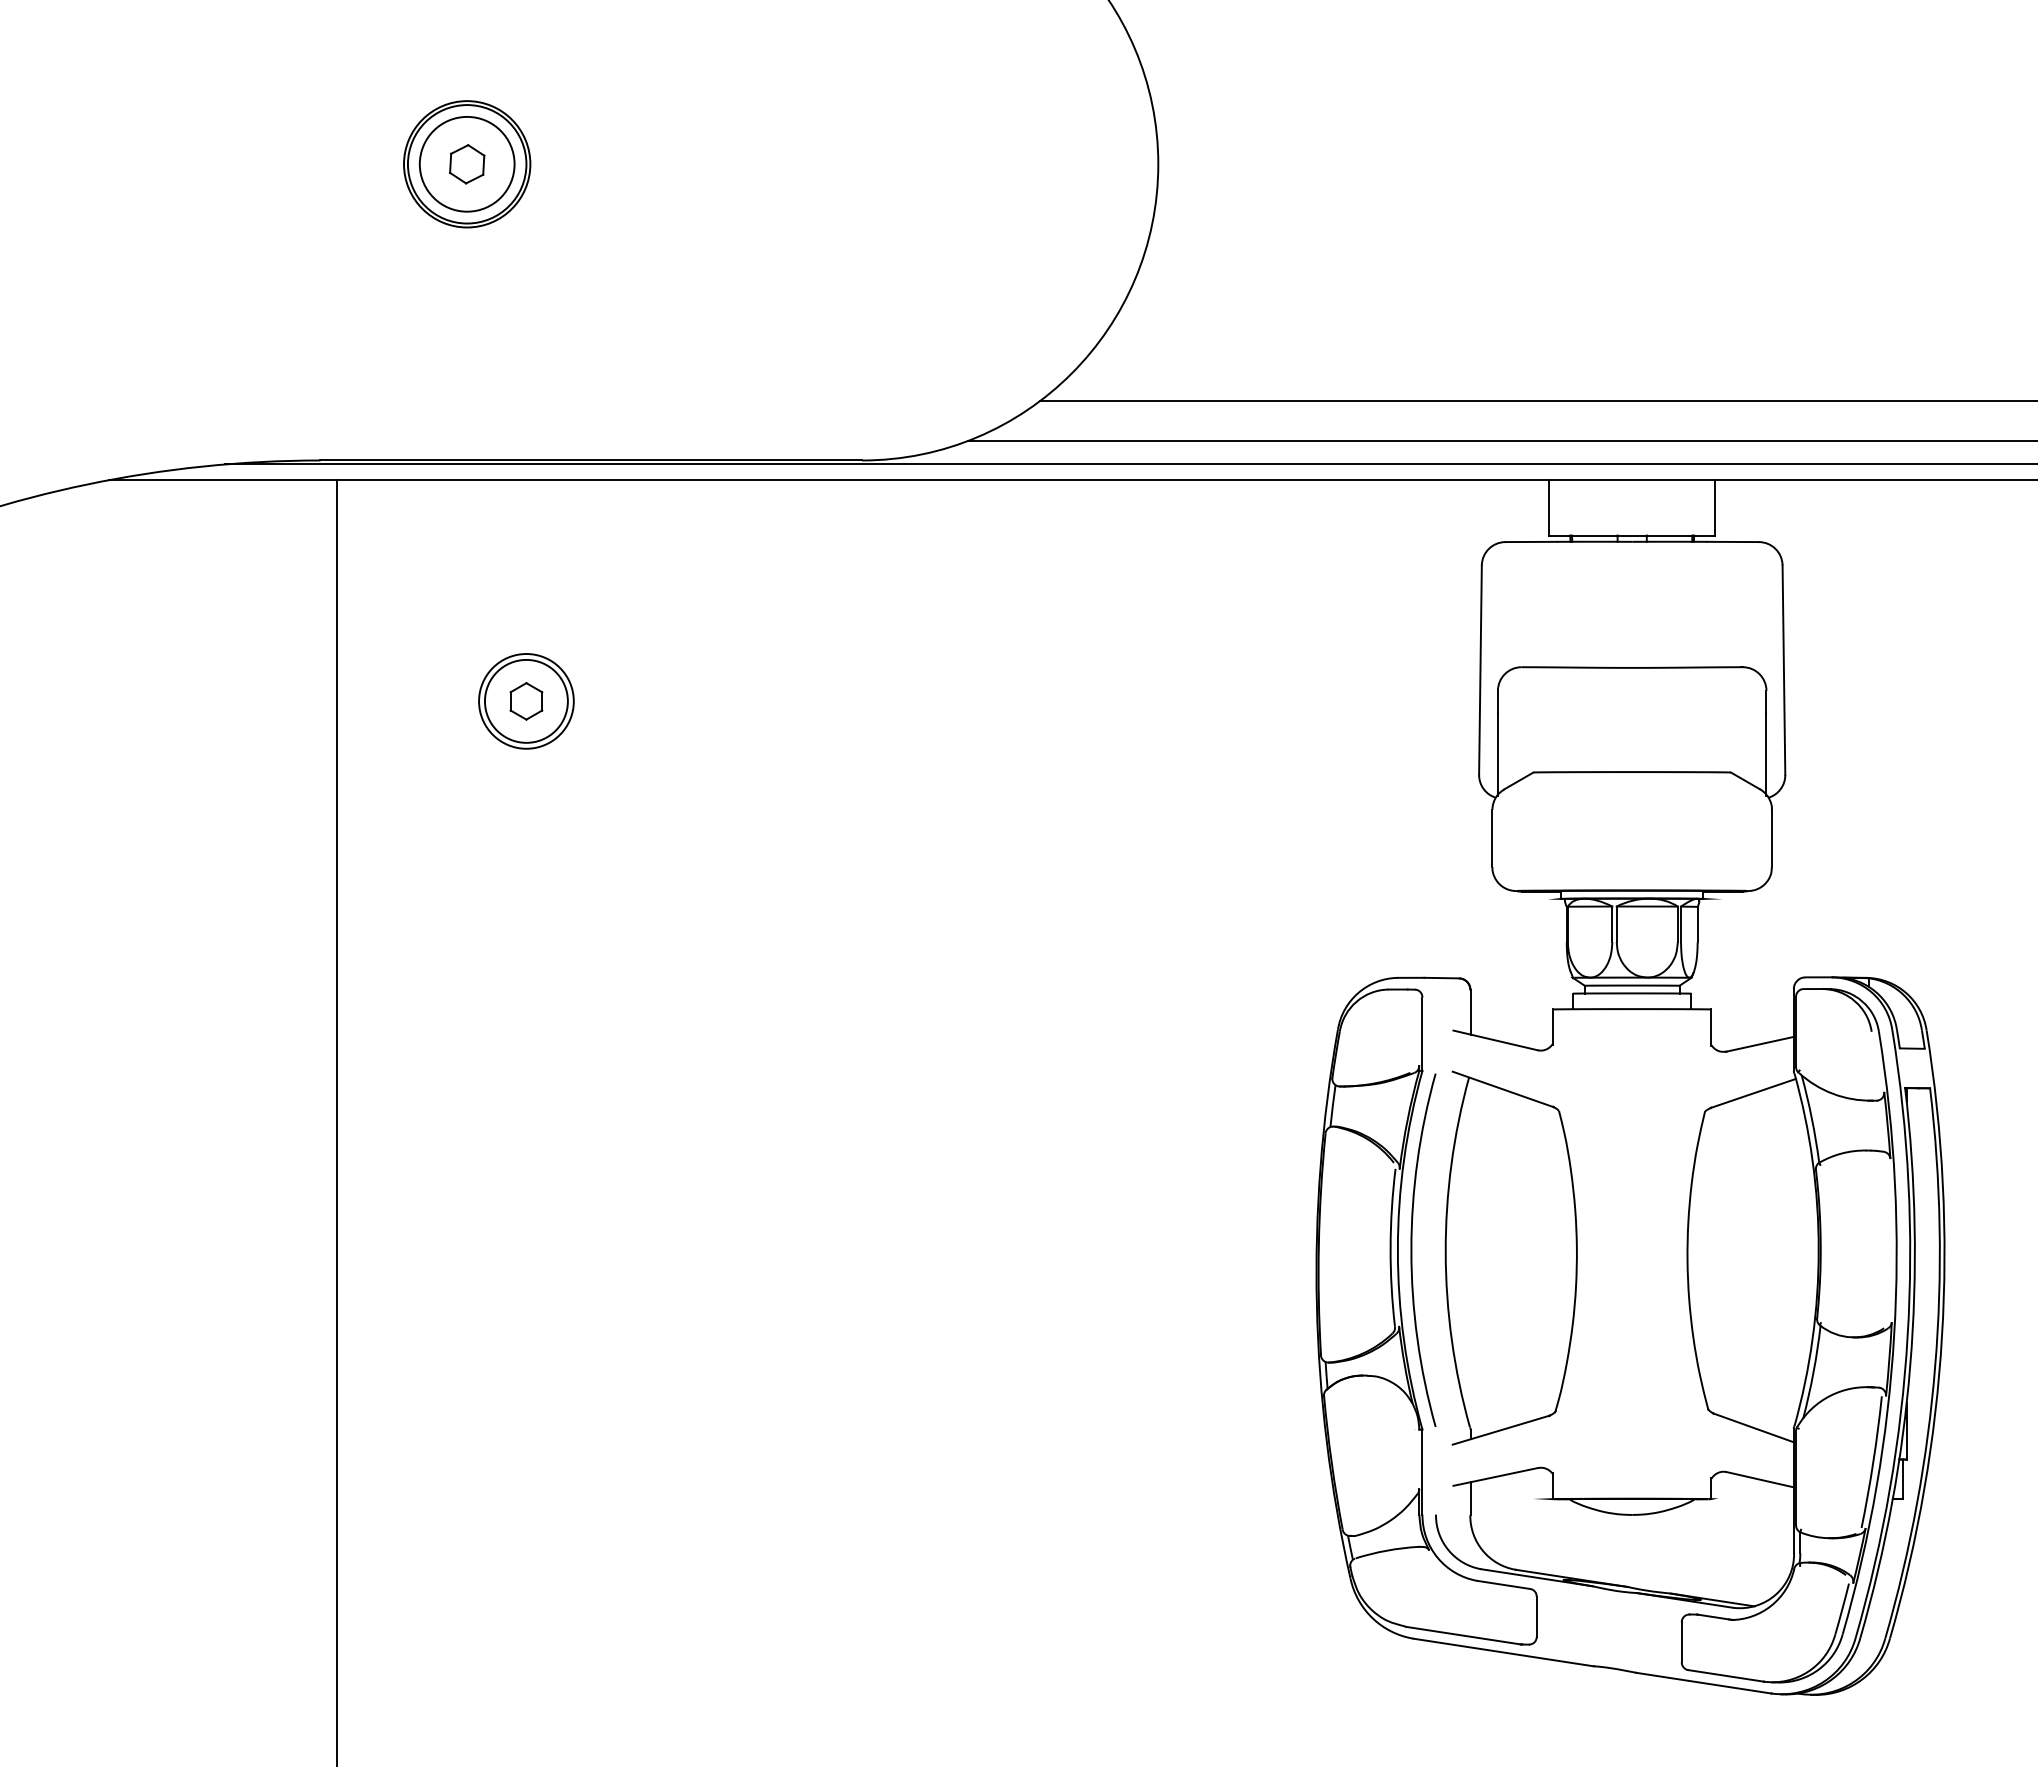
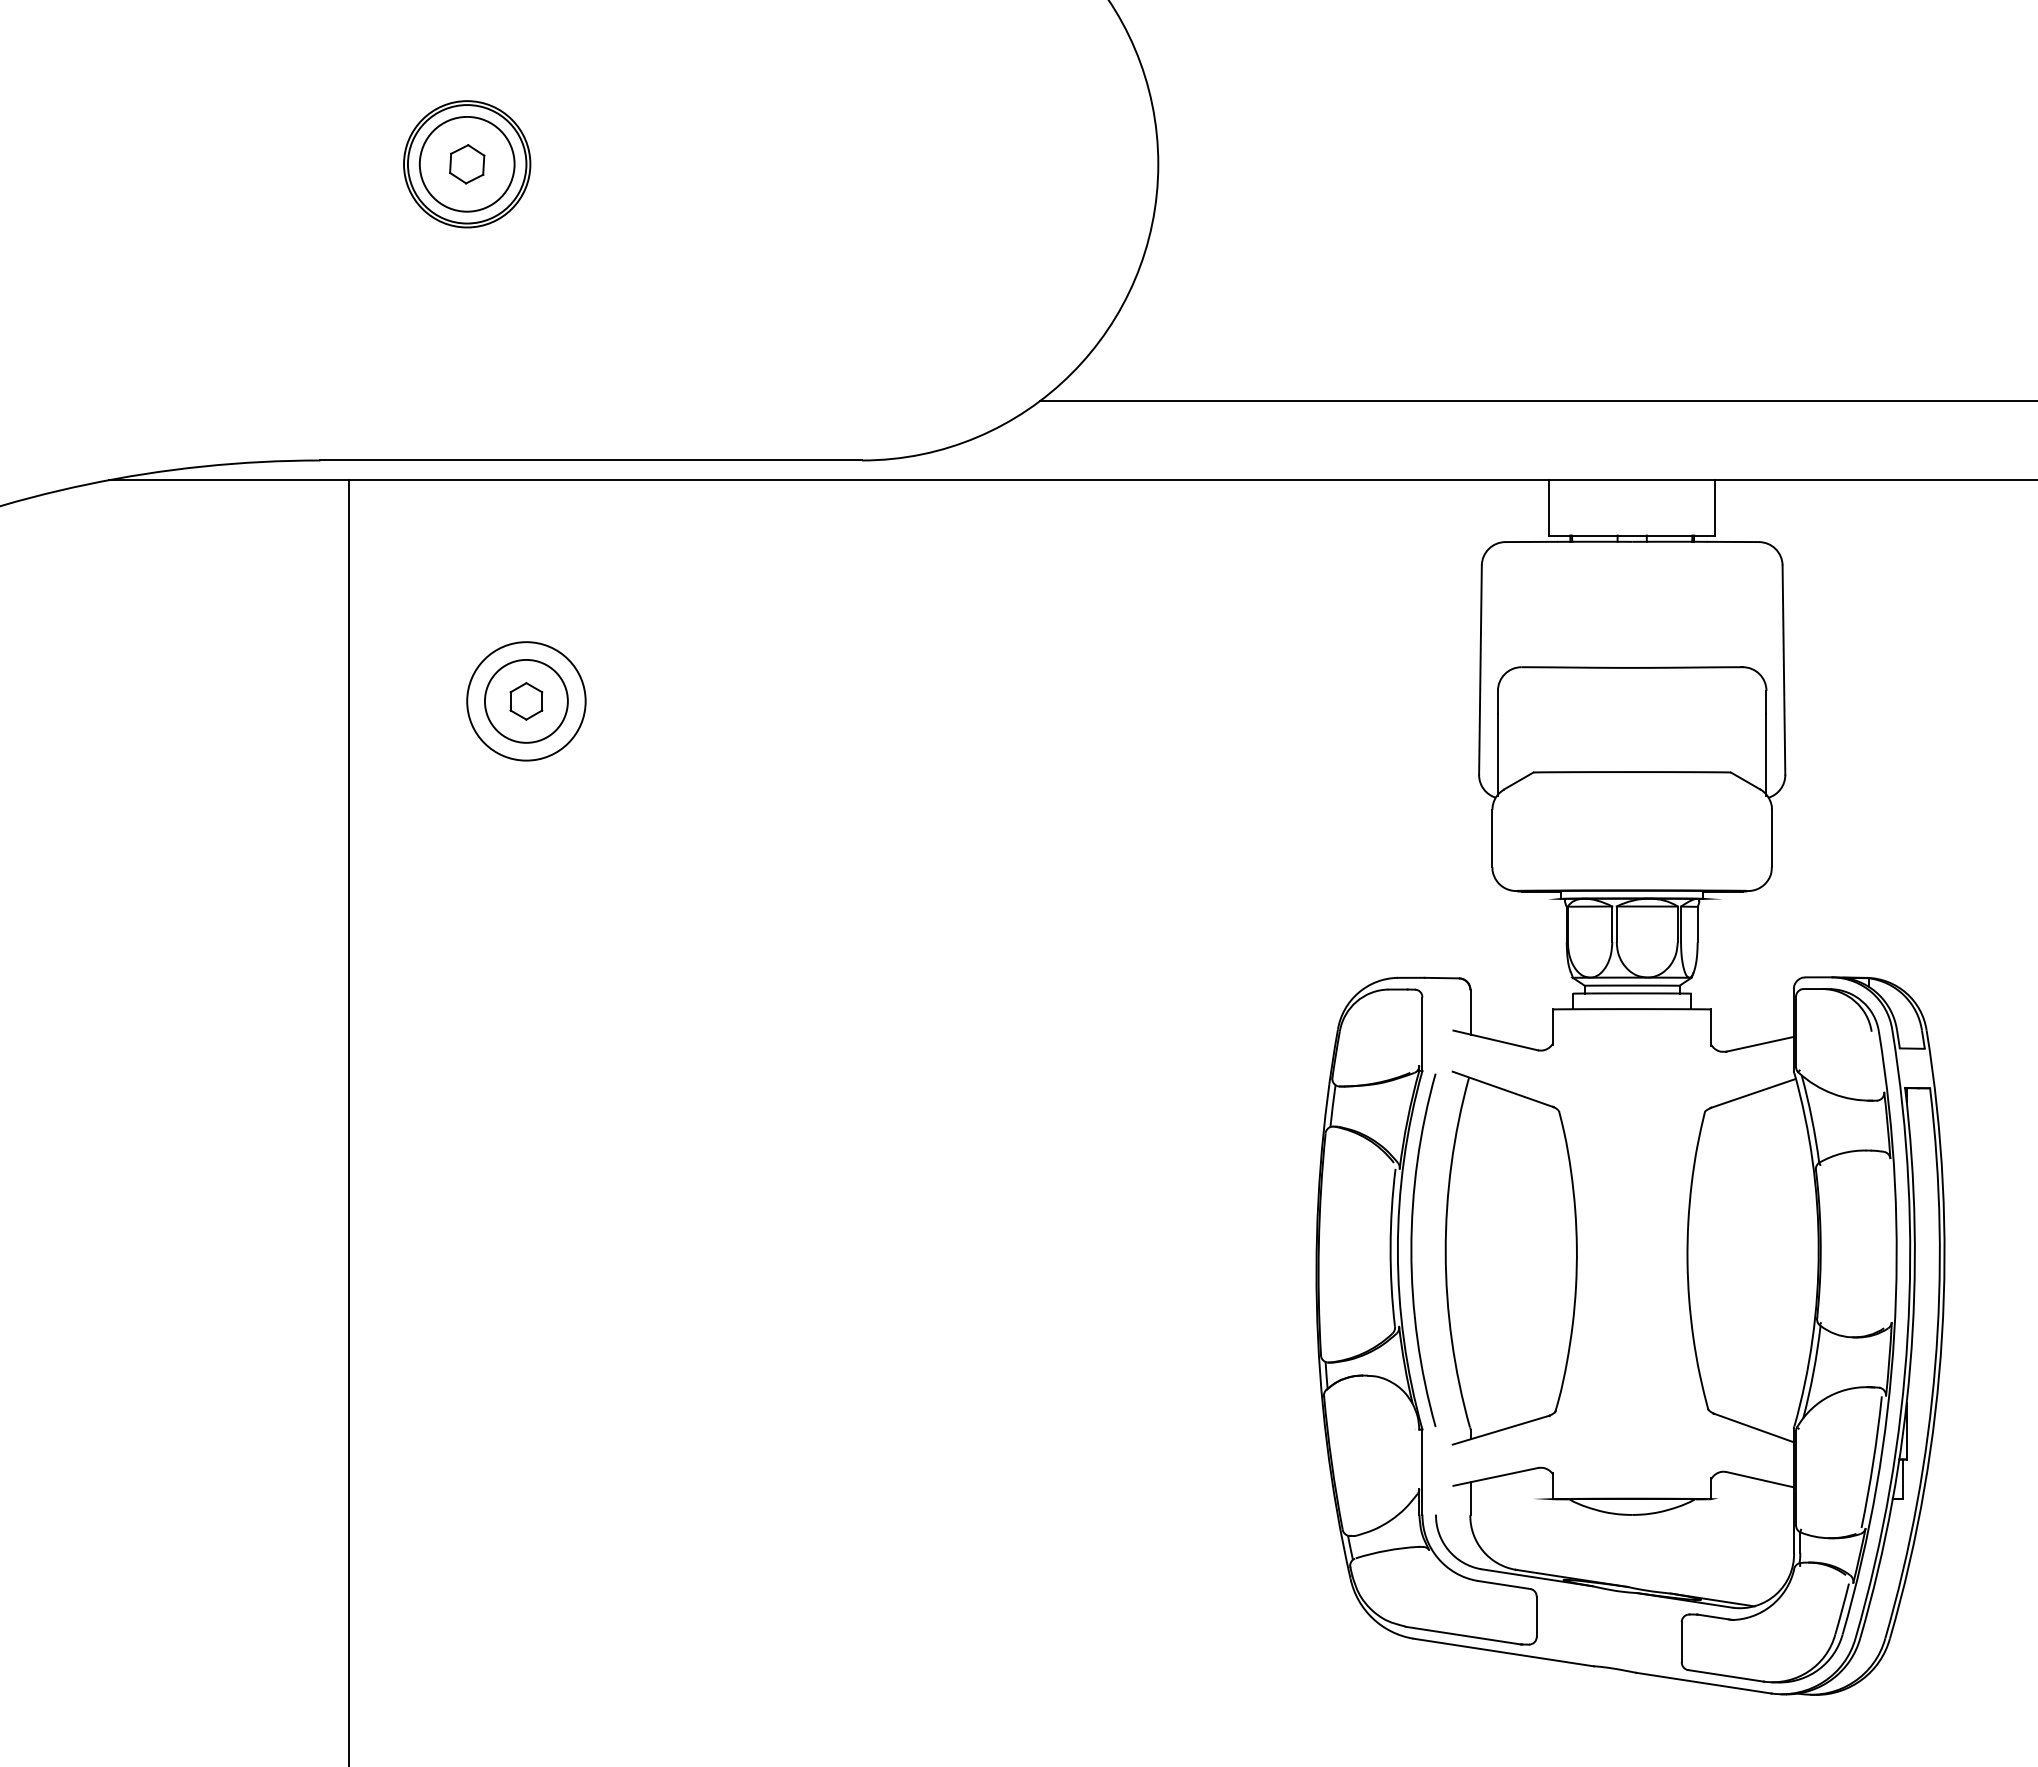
line at (1501, 440): present -> none
line at (1129, 464): present -> none
circle at (526, 701) diameter: 95 px -> 118 px
line at (336, 1121) position: (336, 1121) -> (348, 1121)
